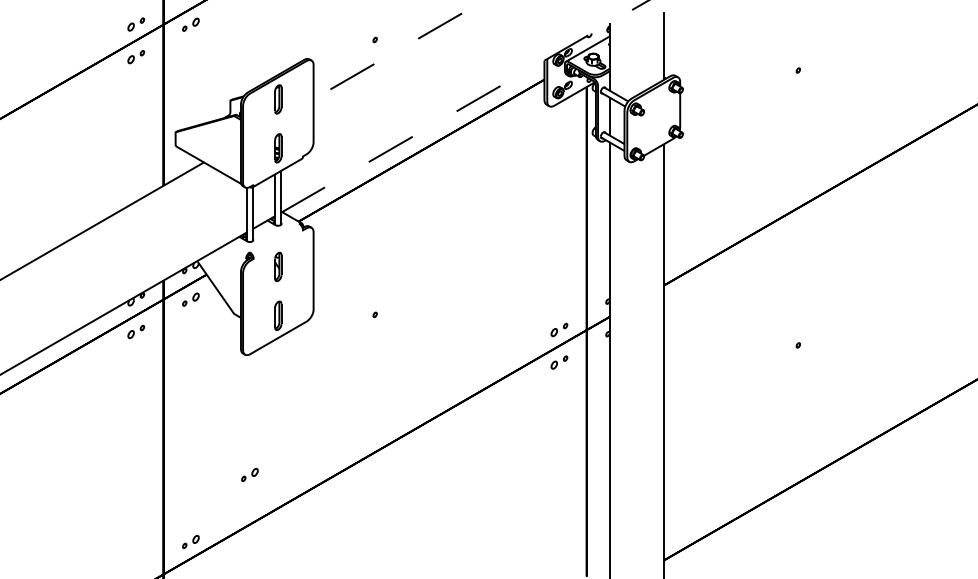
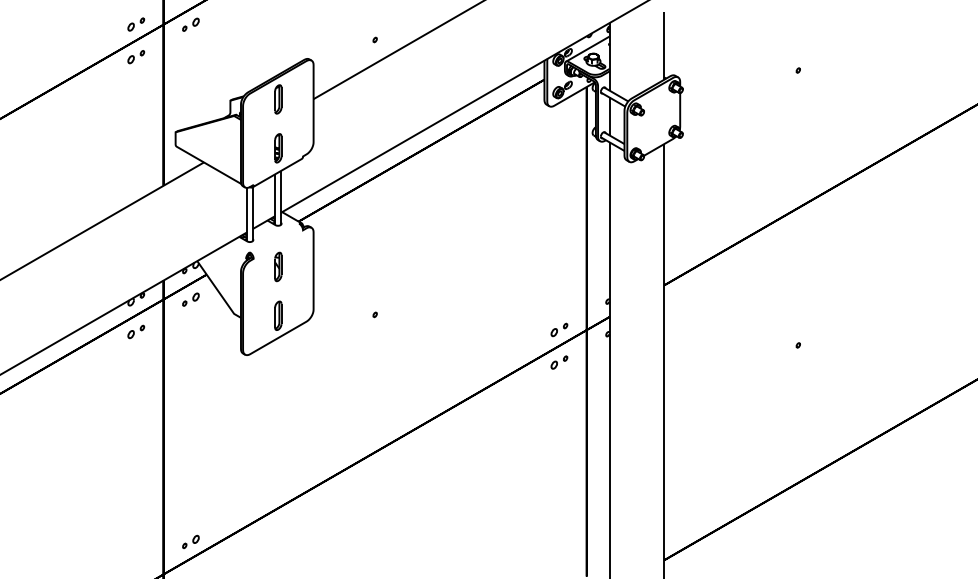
line at (399, 49): dashed -> solid
line at (465, 106): dashed -> solid
part at (249, 474): present -> none
